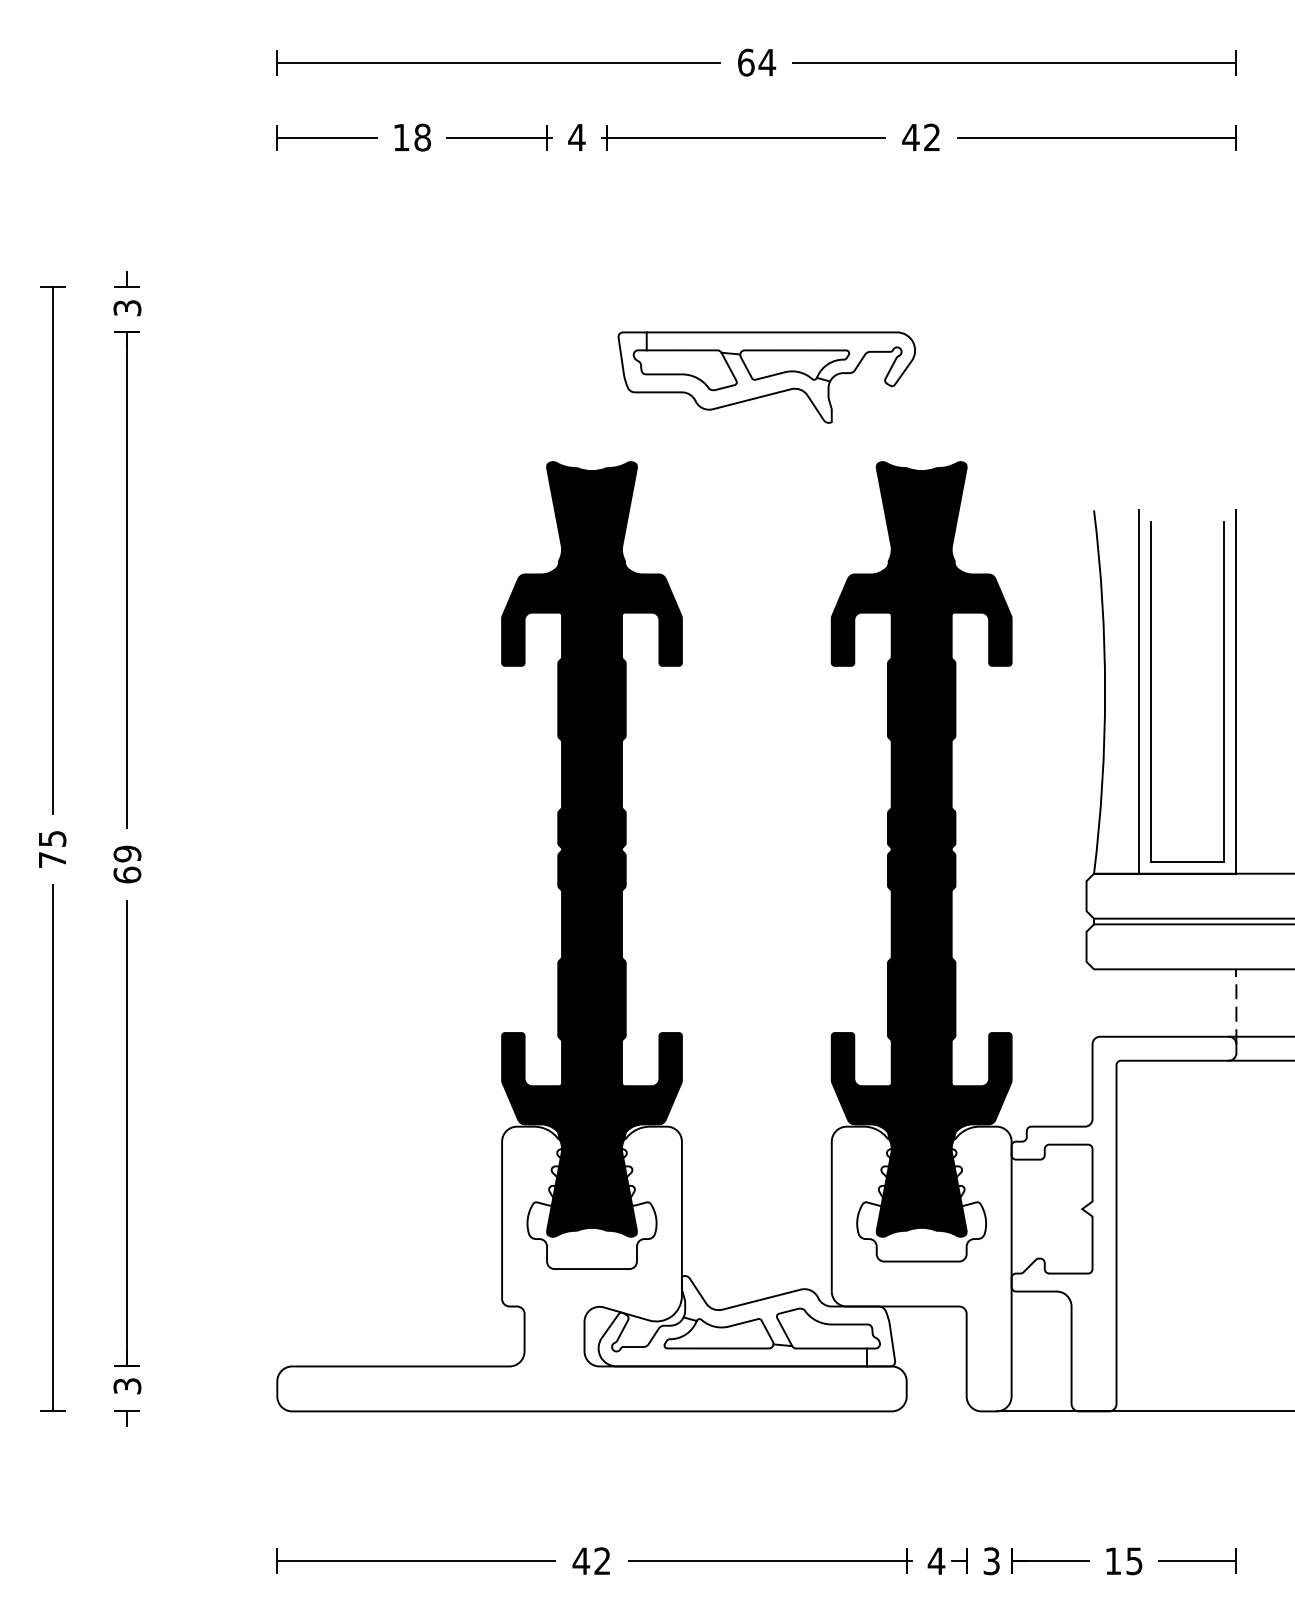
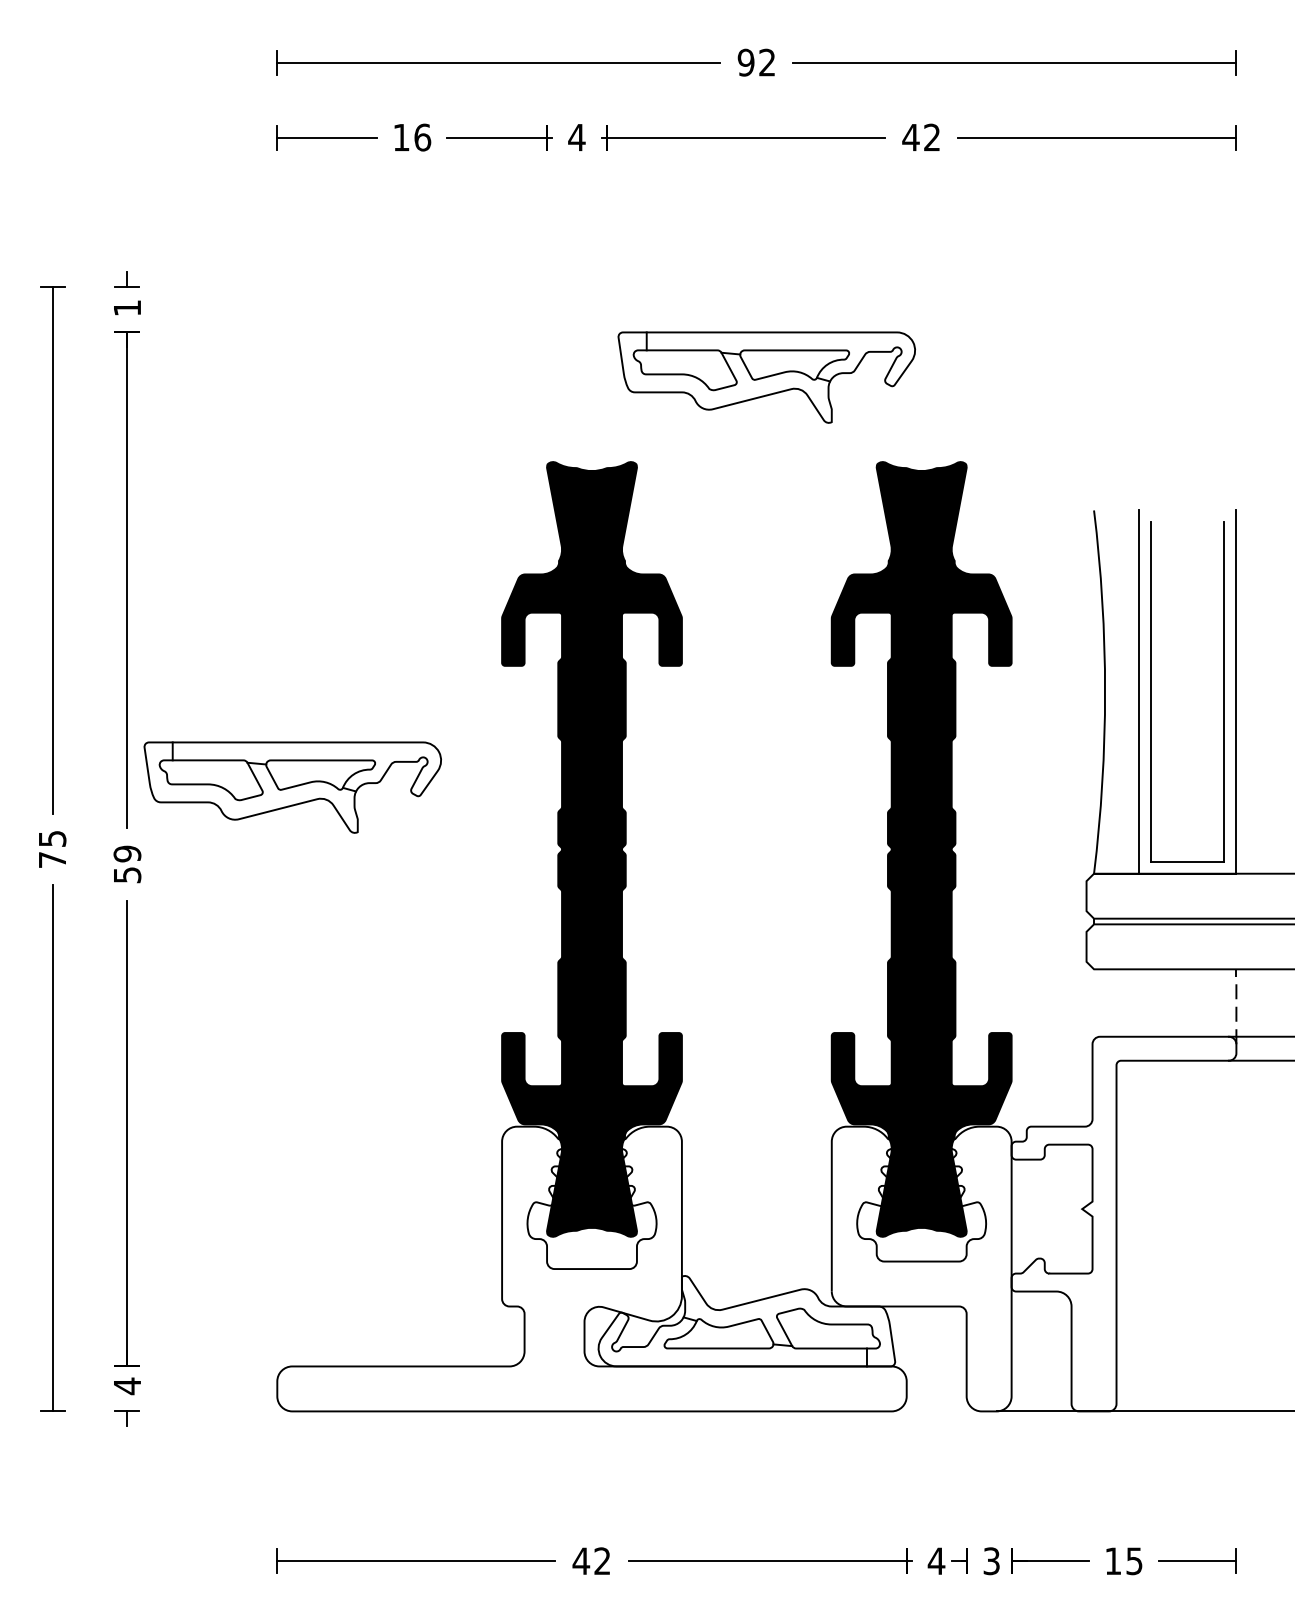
text at (756, 62): 64 -> 92
text at (422, 137): 18 -> 16
text at (127, 308): 3 -> 1
part at (292, 787): none -> present
text at (127, 874): 69 -> 59
text at (127, 1386): 3 -> 4
